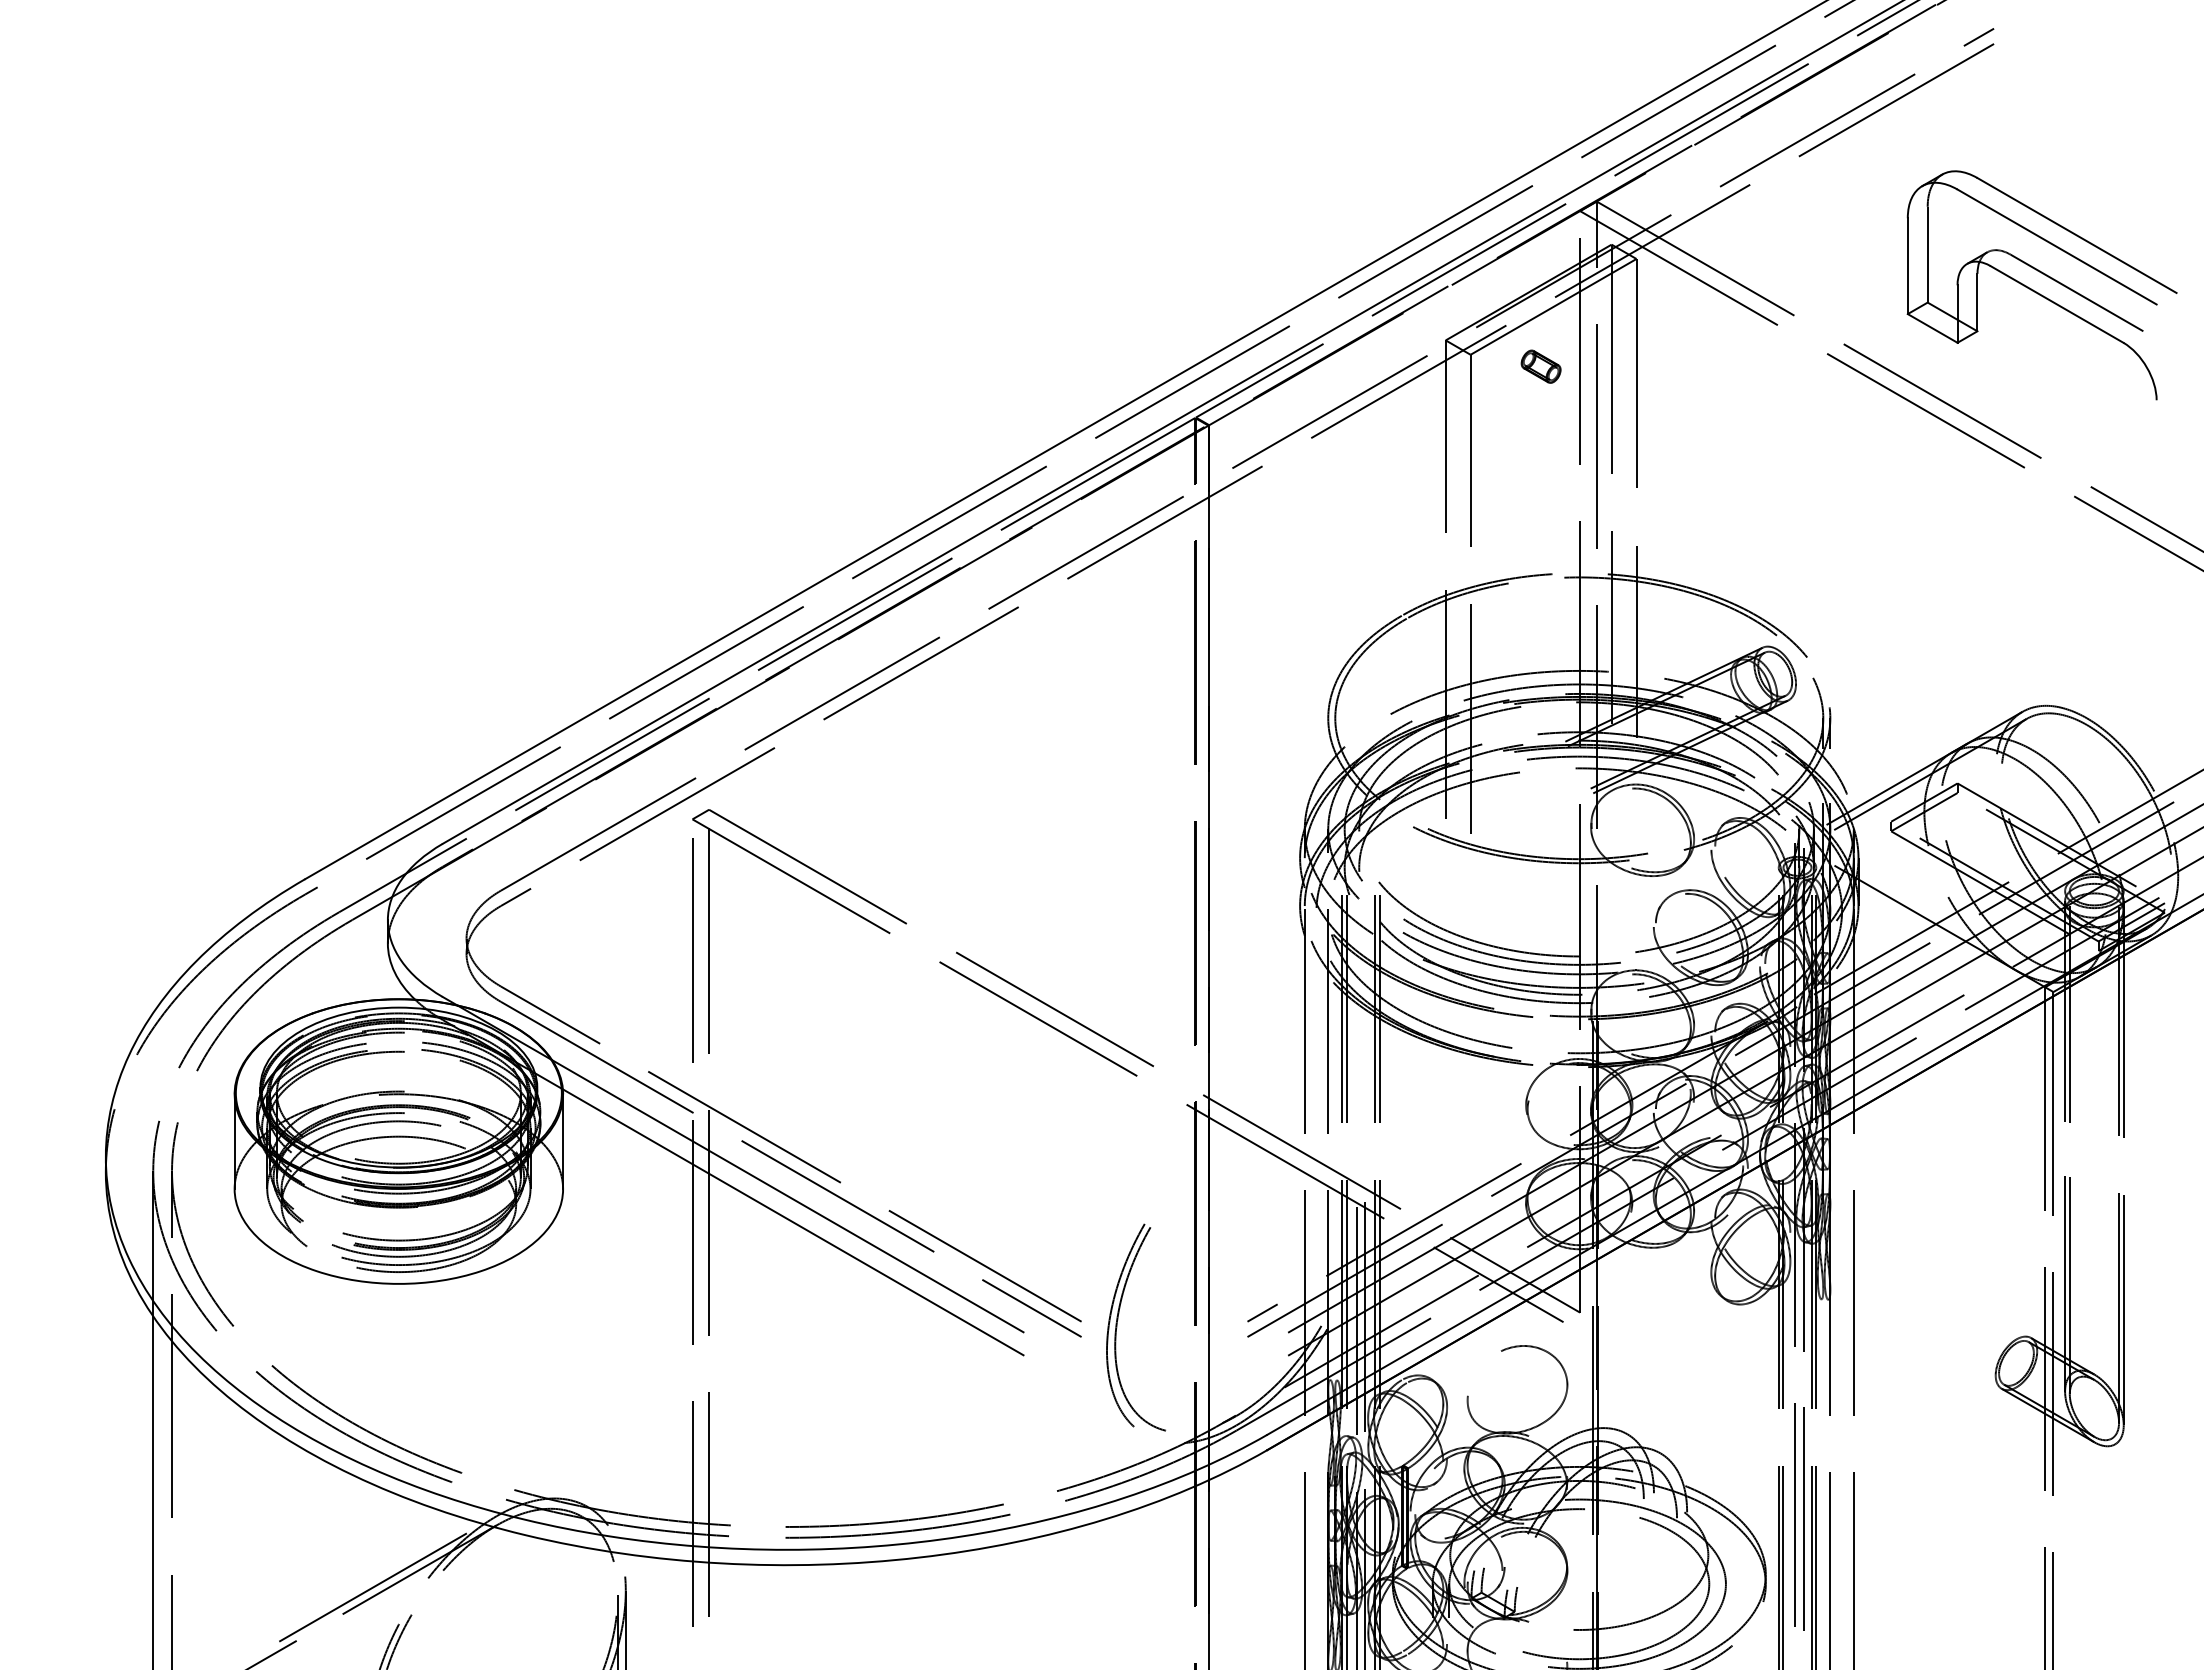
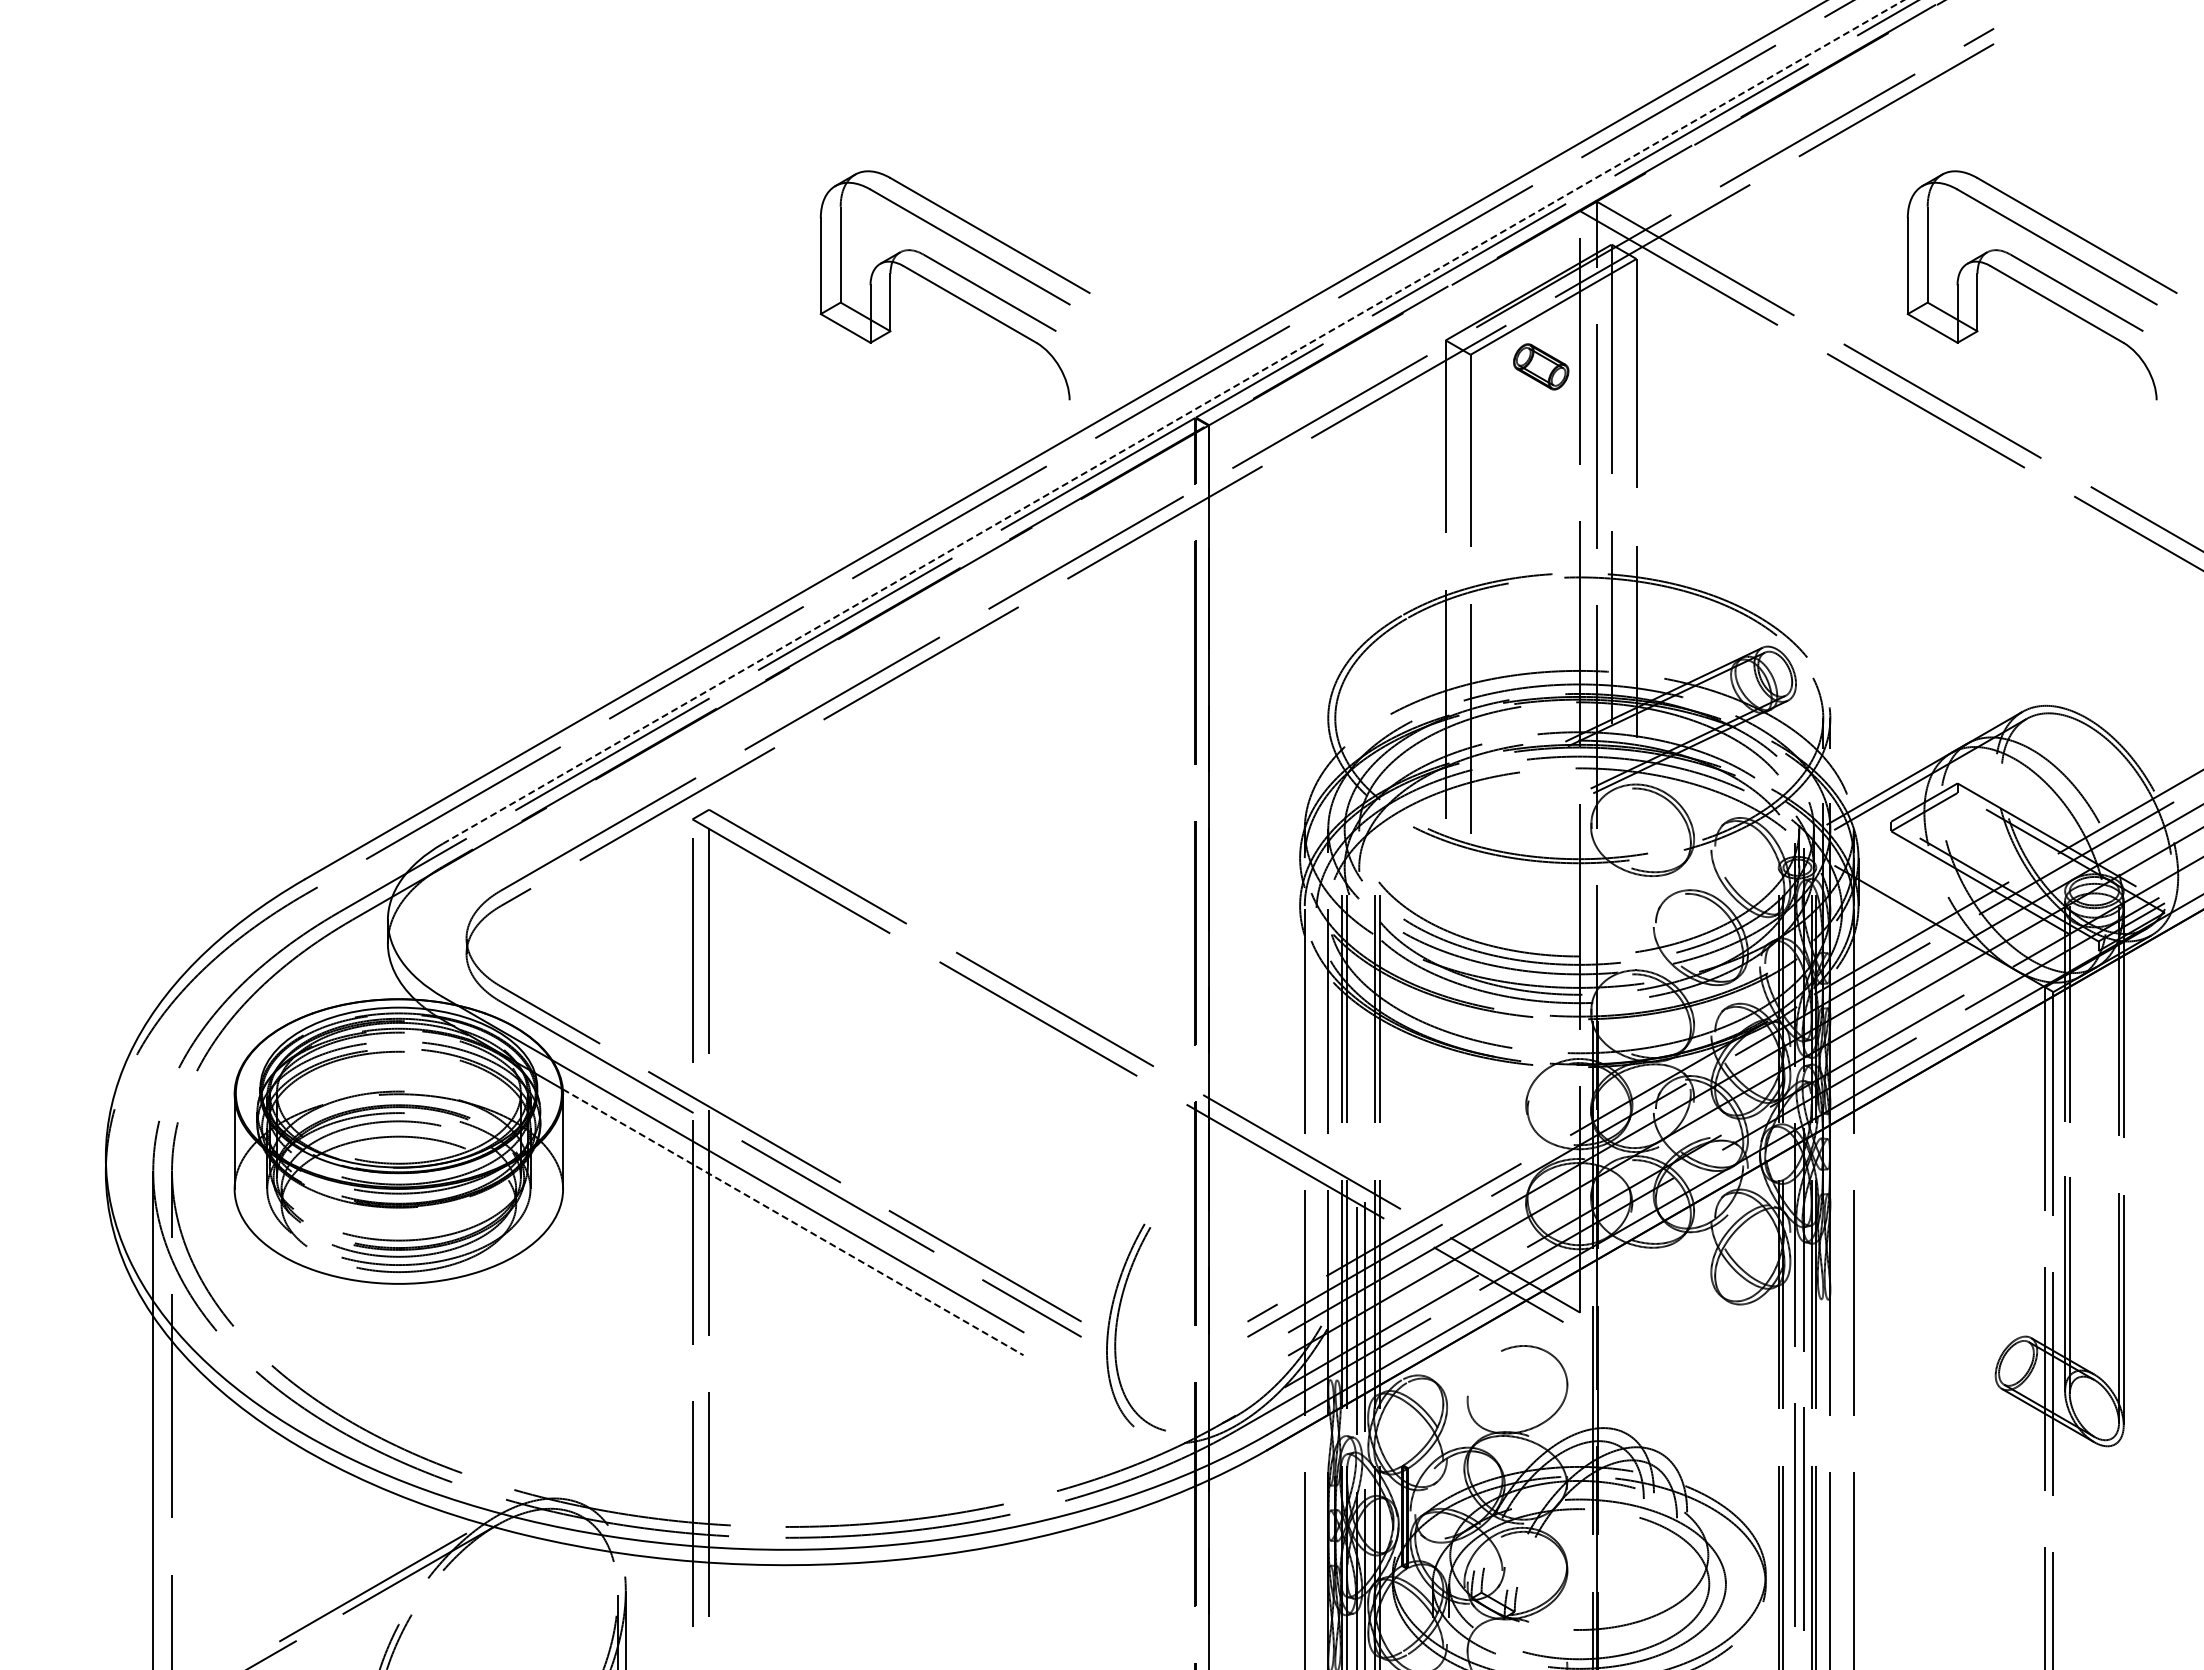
part at (951, 292): none -> present
part at (1540, 366) size: 42x35 px -> 57x48 px
line at (1173, 421): solid -> dashed
line at (793, 1222): solid -> dashed
